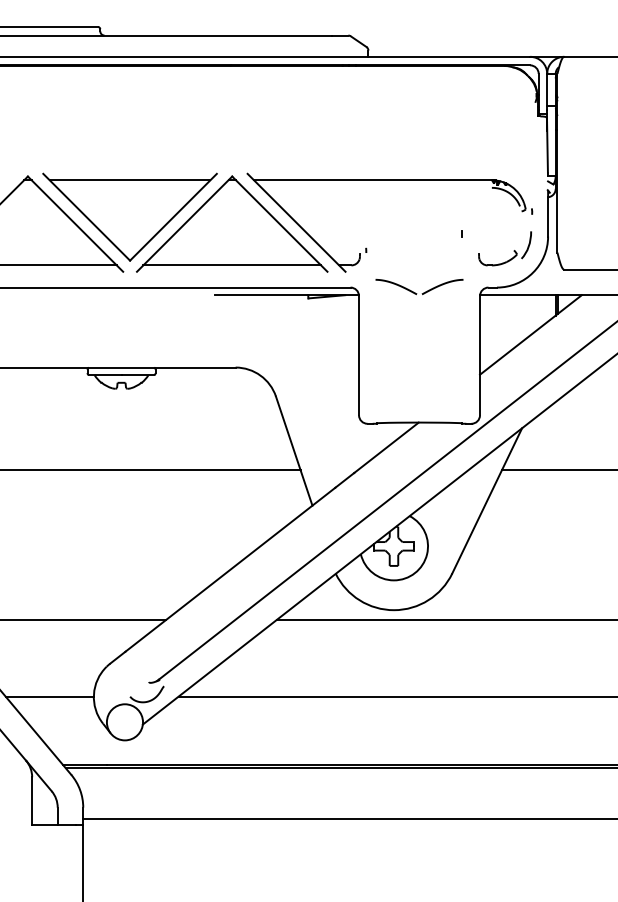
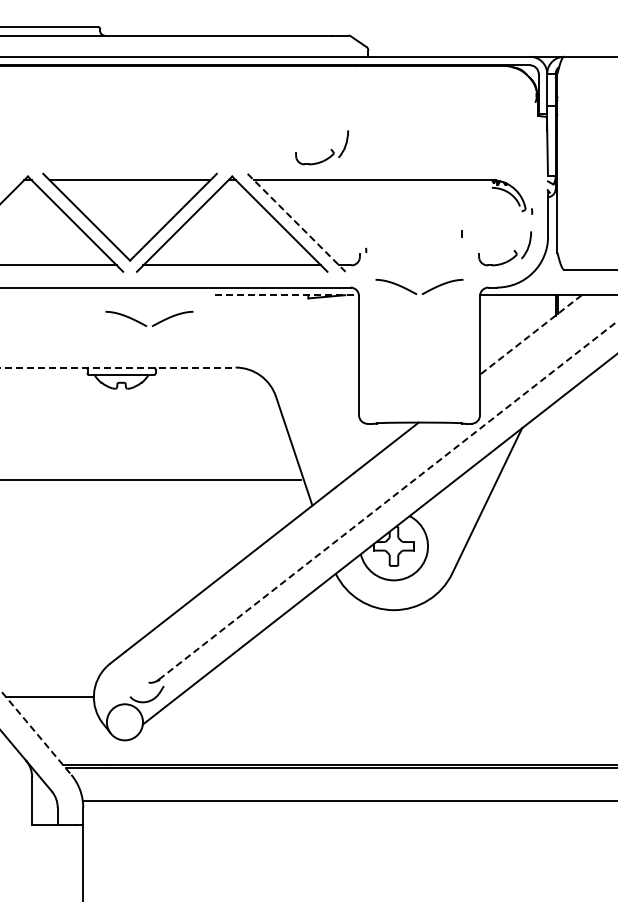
part at (330, 149): none -> present
line at (296, 223): solid -> dashed
line at (287, 295): solid -> dashed
part at (145, 324): none -> present
line at (530, 334): solid -> dashed
line at (118, 367): solid -> dashed
line at (151, 469) position: (151, 469) -> (151, 479)
line at (558, 469): present -> none
line at (388, 500): solid -> dashed
line at (84, 619): present -> none
line at (445, 619): present -> none
line at (396, 696): present -> none
line at (35, 732): solid -> dashed
line at (348, 819) position: (348, 819) -> (348, 801)
